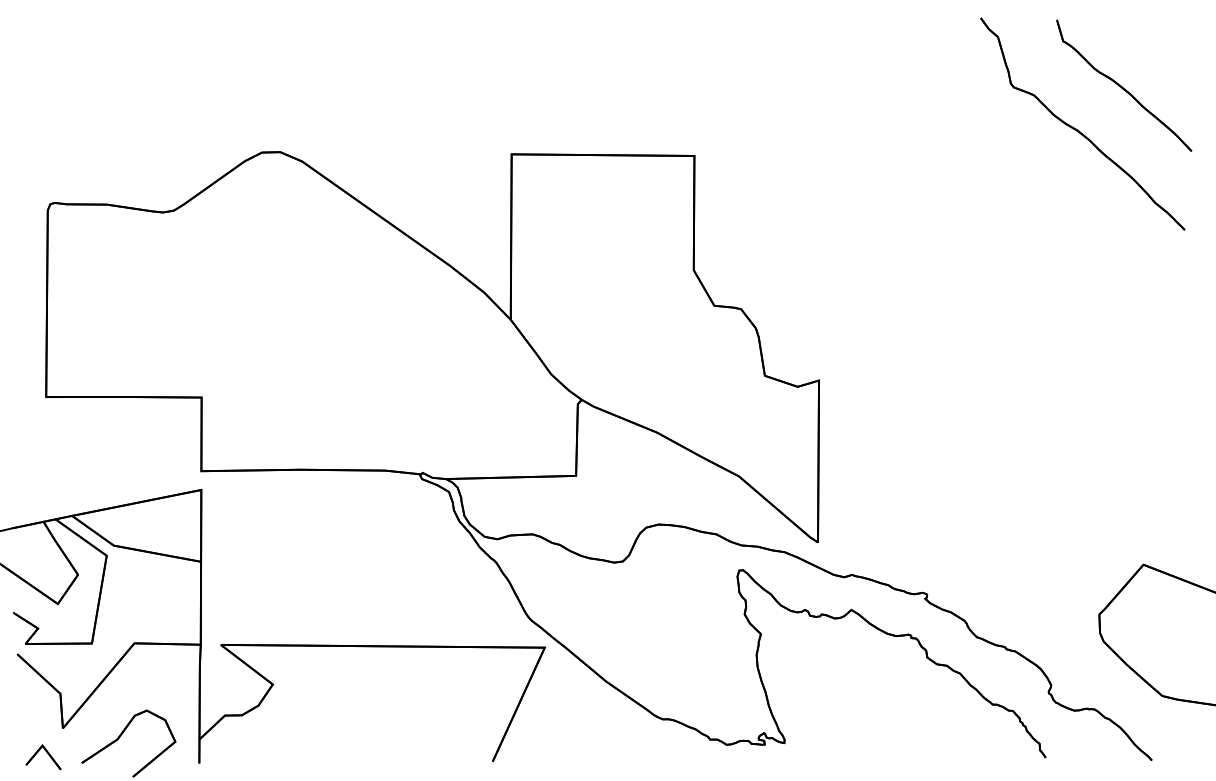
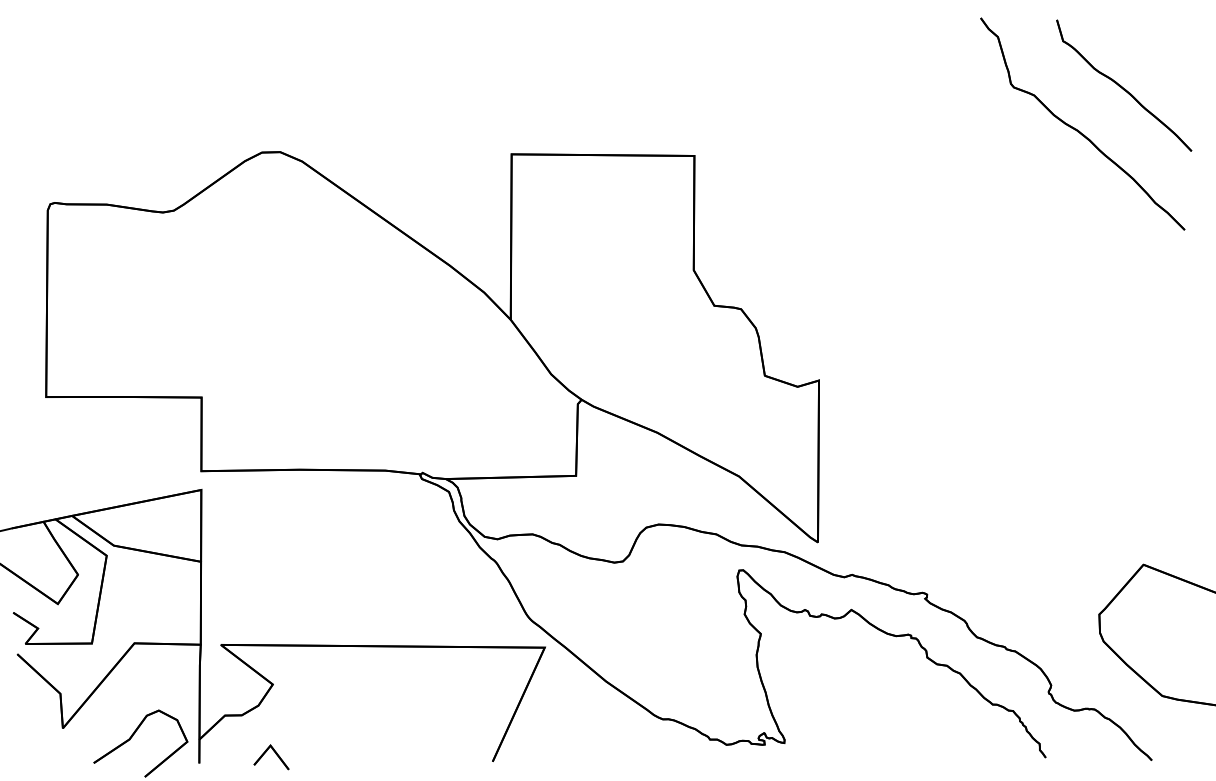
part at (120, 737) position: (120, 737) -> (132, 737)
part at (43, 757) position: (43, 757) -> (271, 757)
